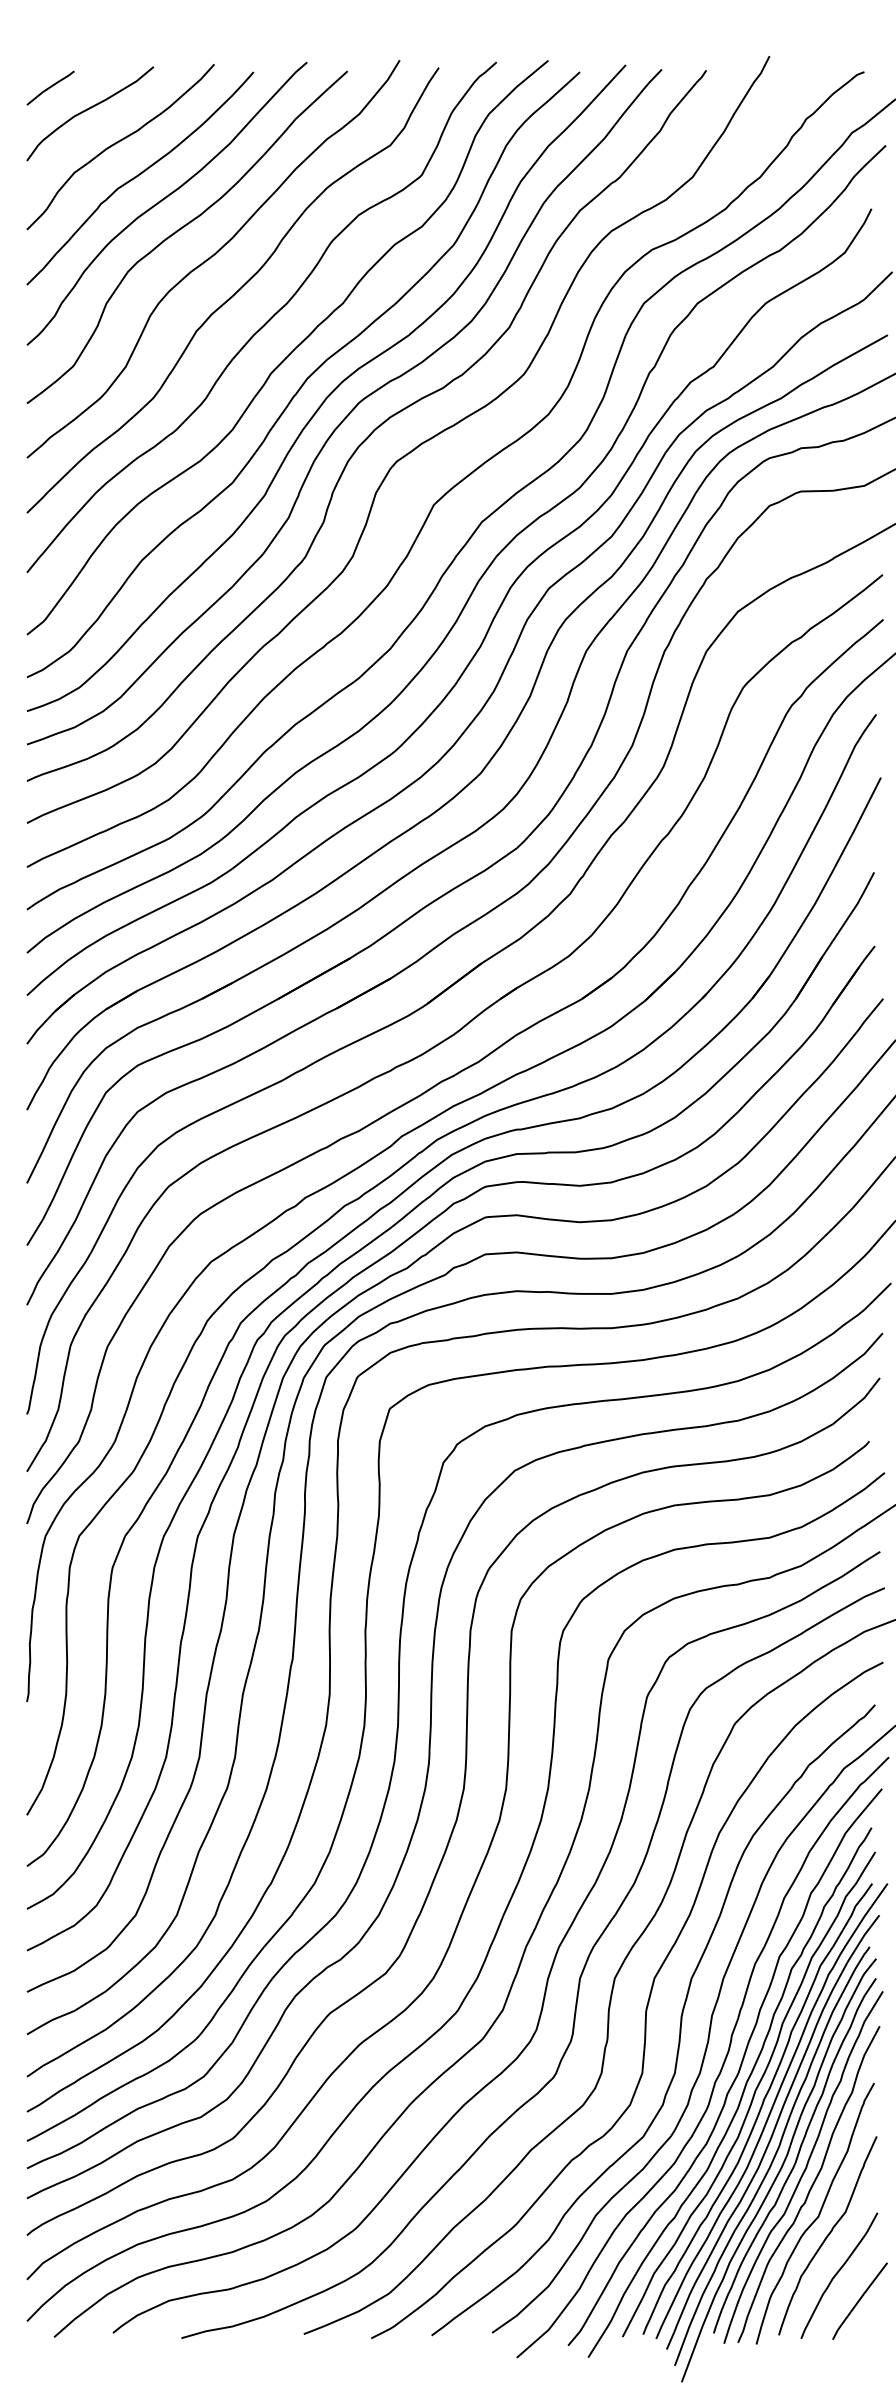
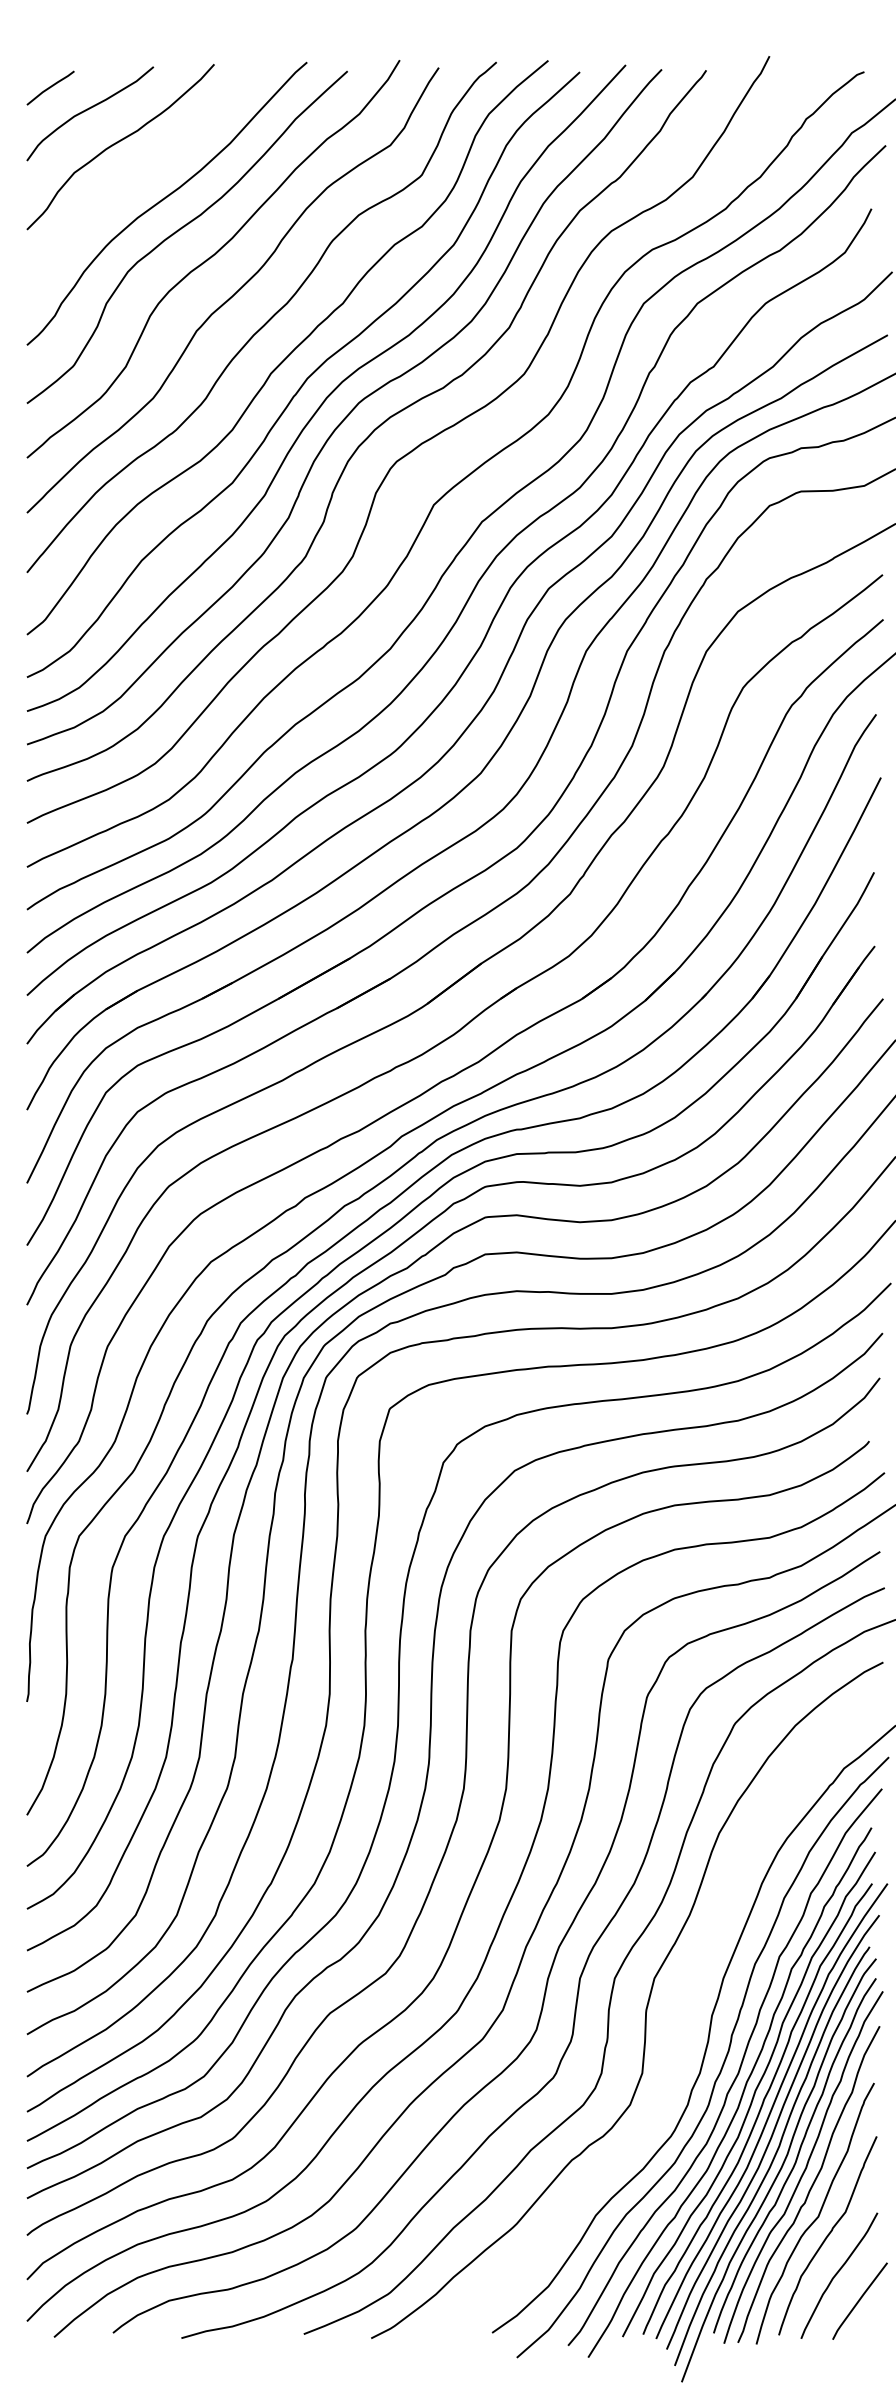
curve at (138, 176): present -> none
curve at (679, 2026): present -> none
